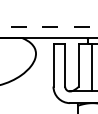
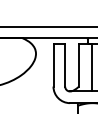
line at (48, 26): dashed -> solid
